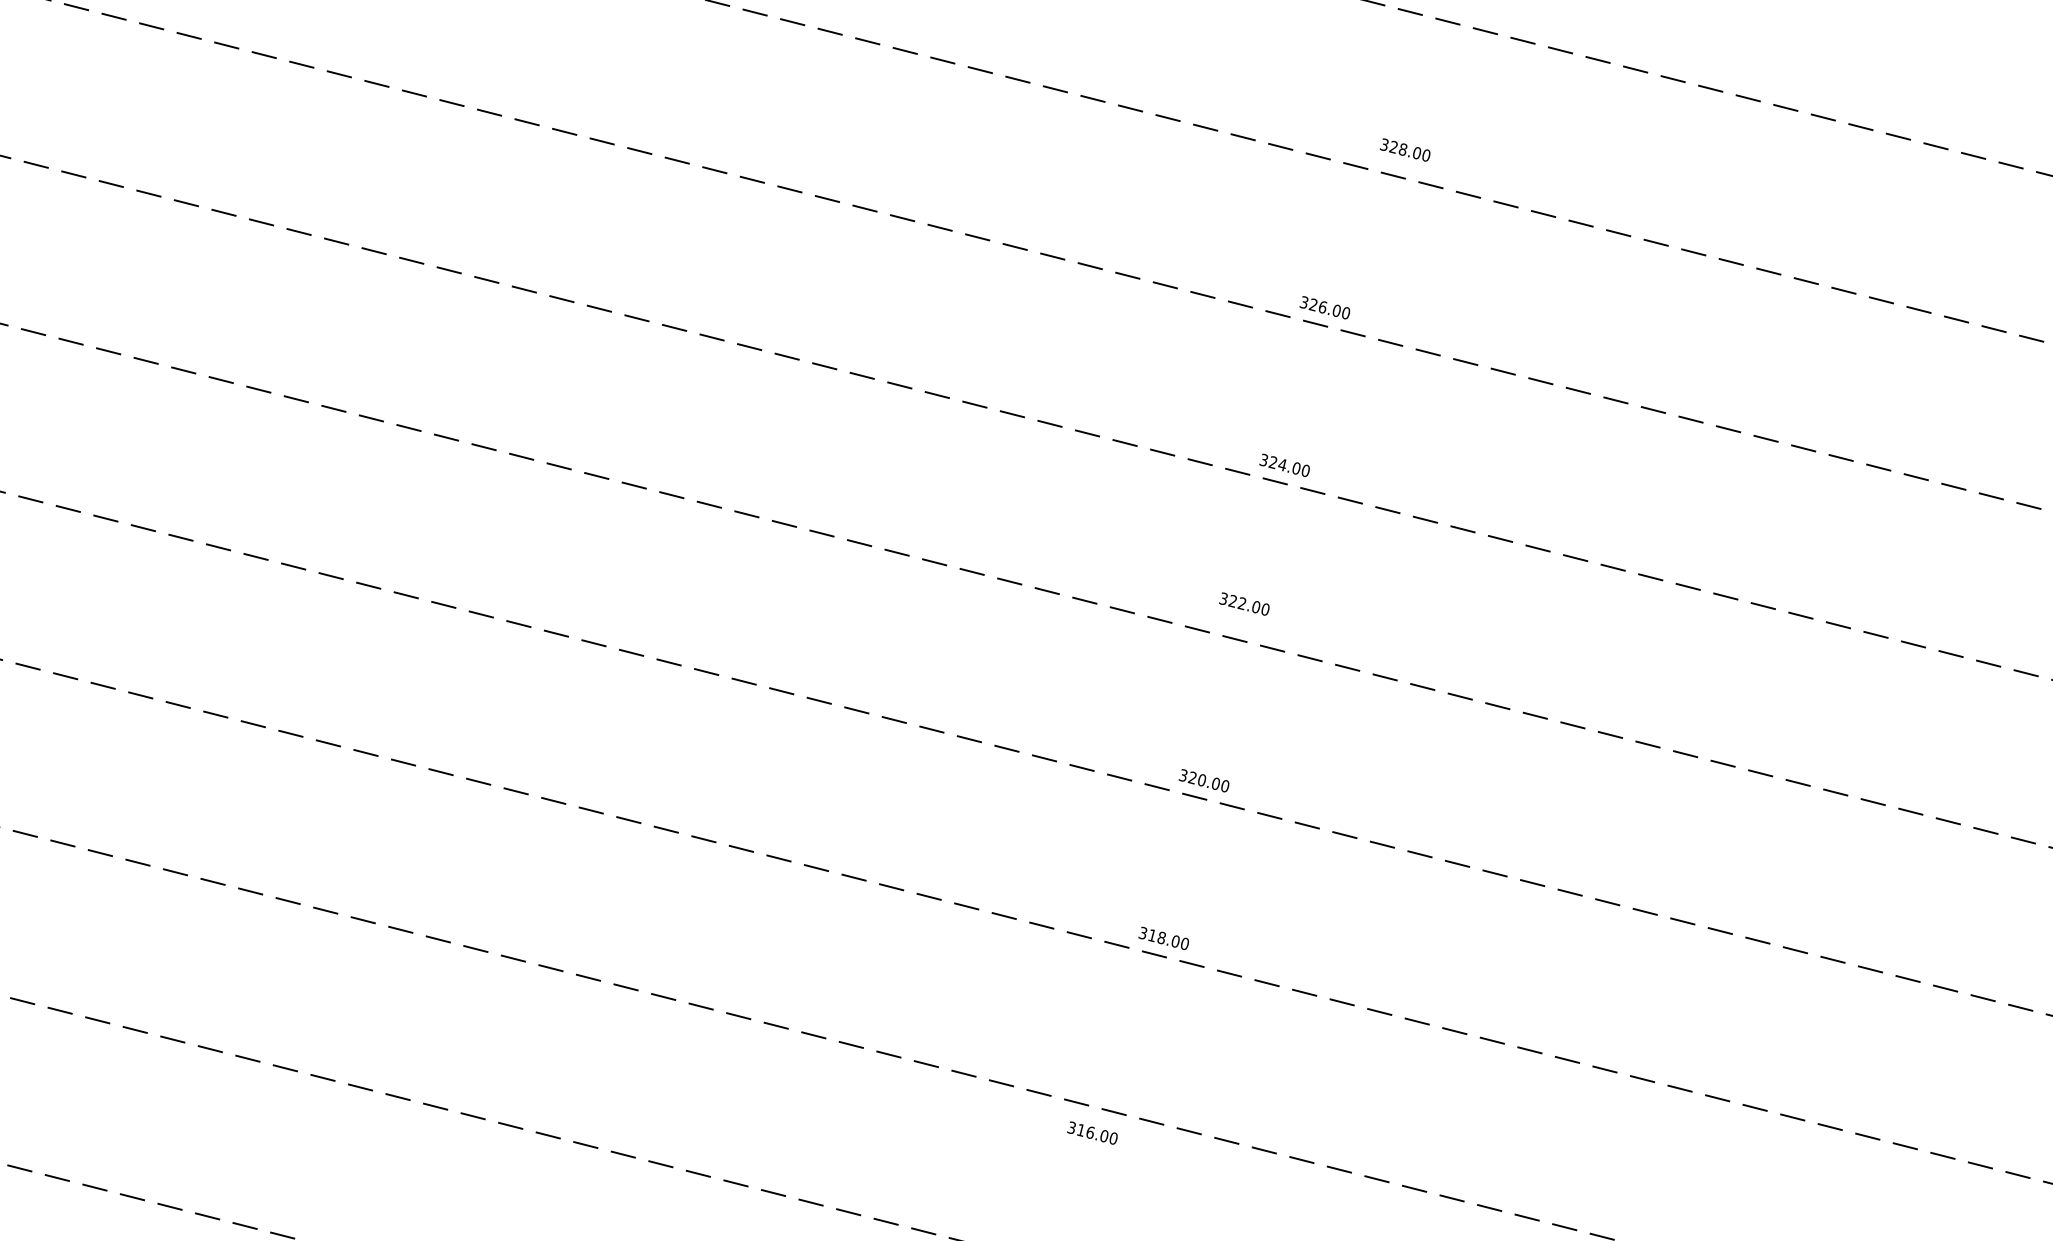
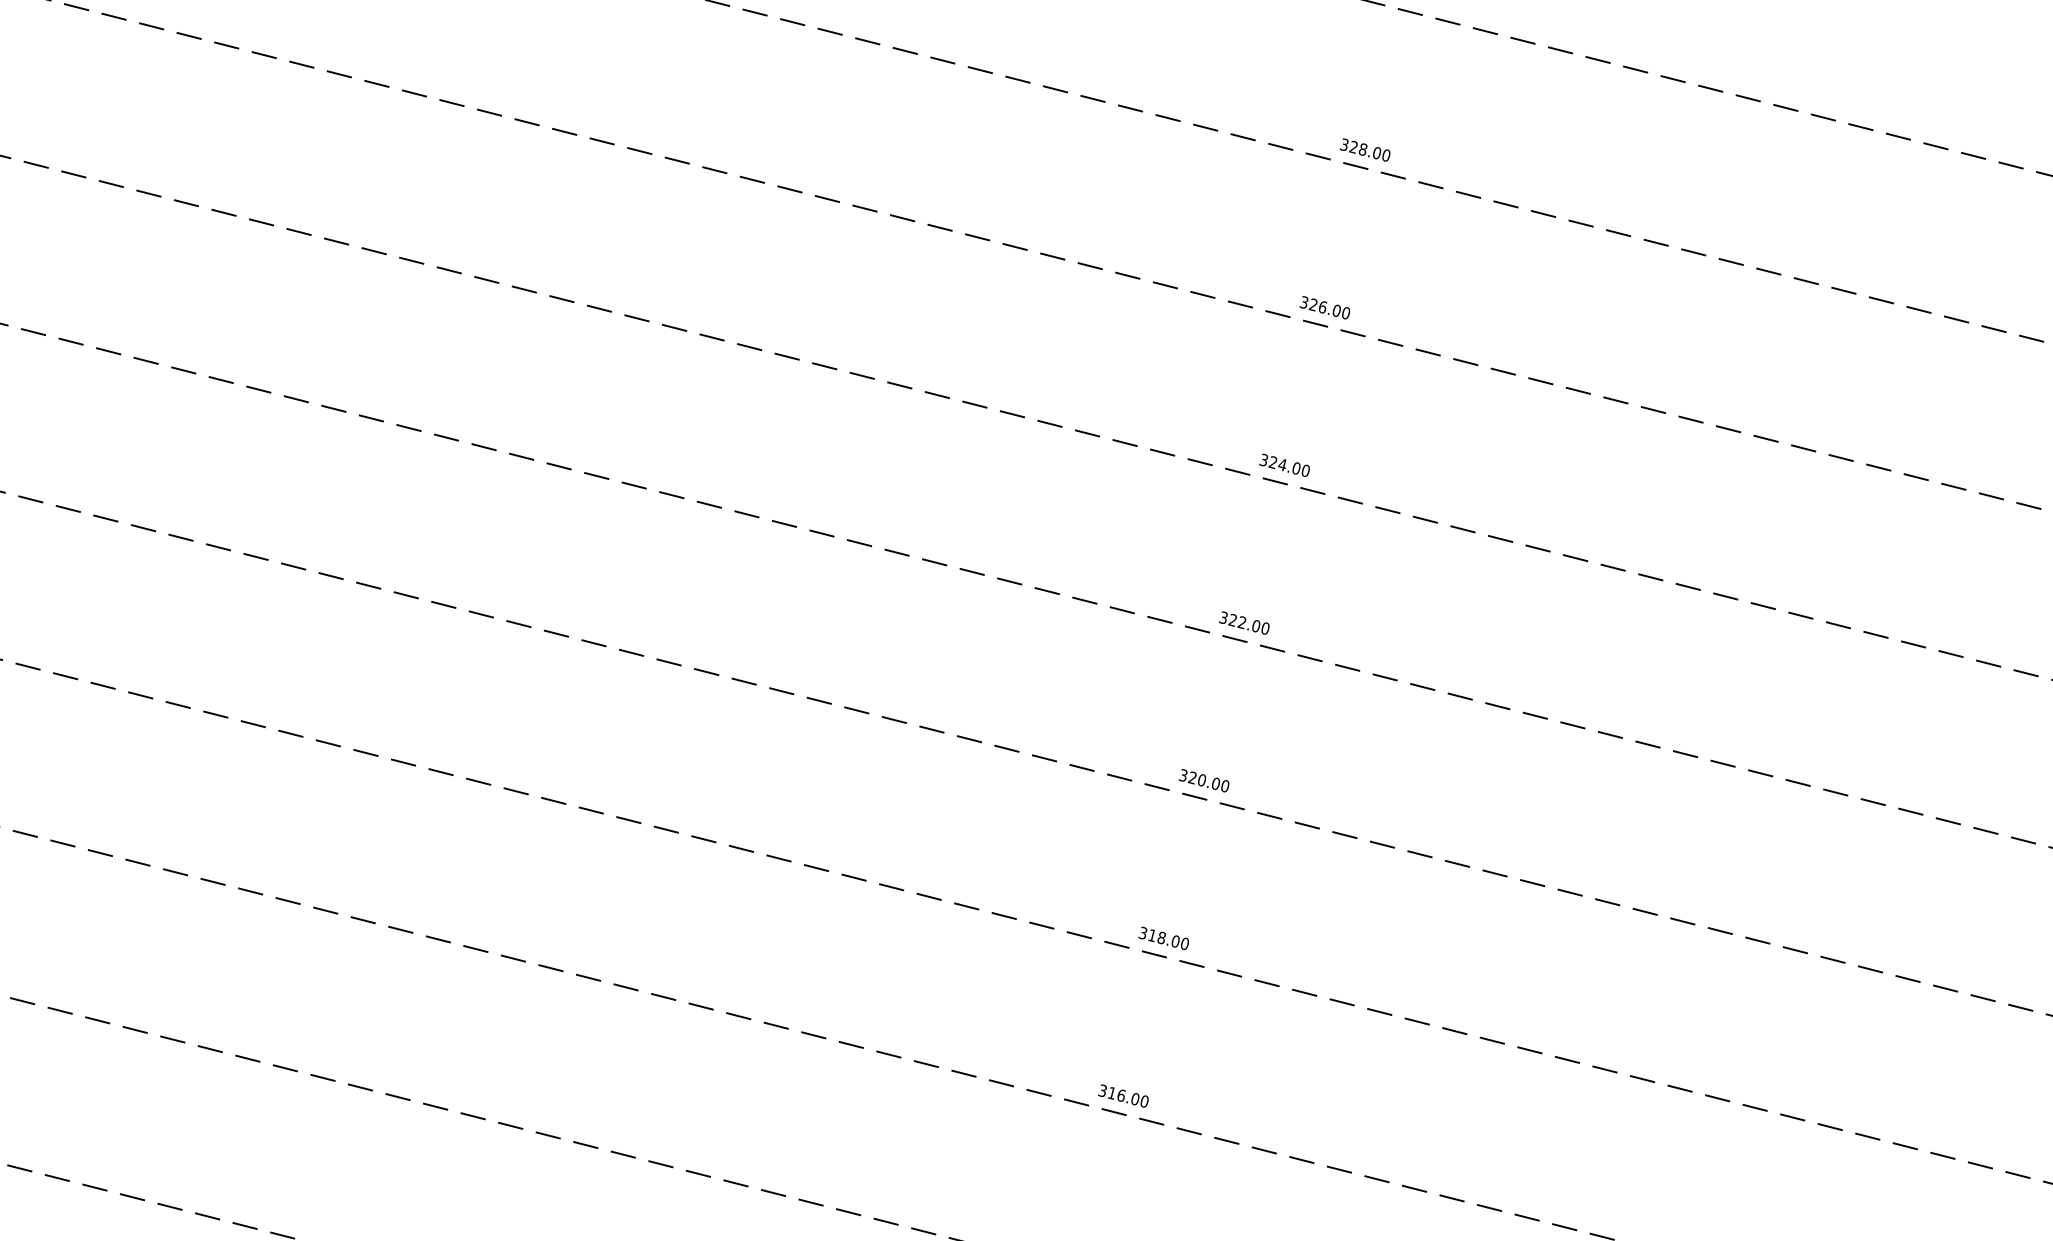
text at (1404, 149) position: (1404, 149) -> (1364, 149)
text at (1244, 603) position: (1244, 603) -> (1244, 622)
text at (1092, 1132) position: (1092, 1132) -> (1123, 1095)
